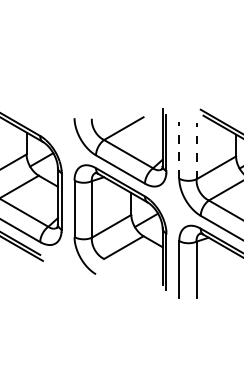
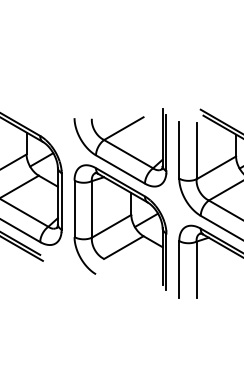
line at (179, 149): dashed -> solid
line at (196, 150): dashed -> solid
